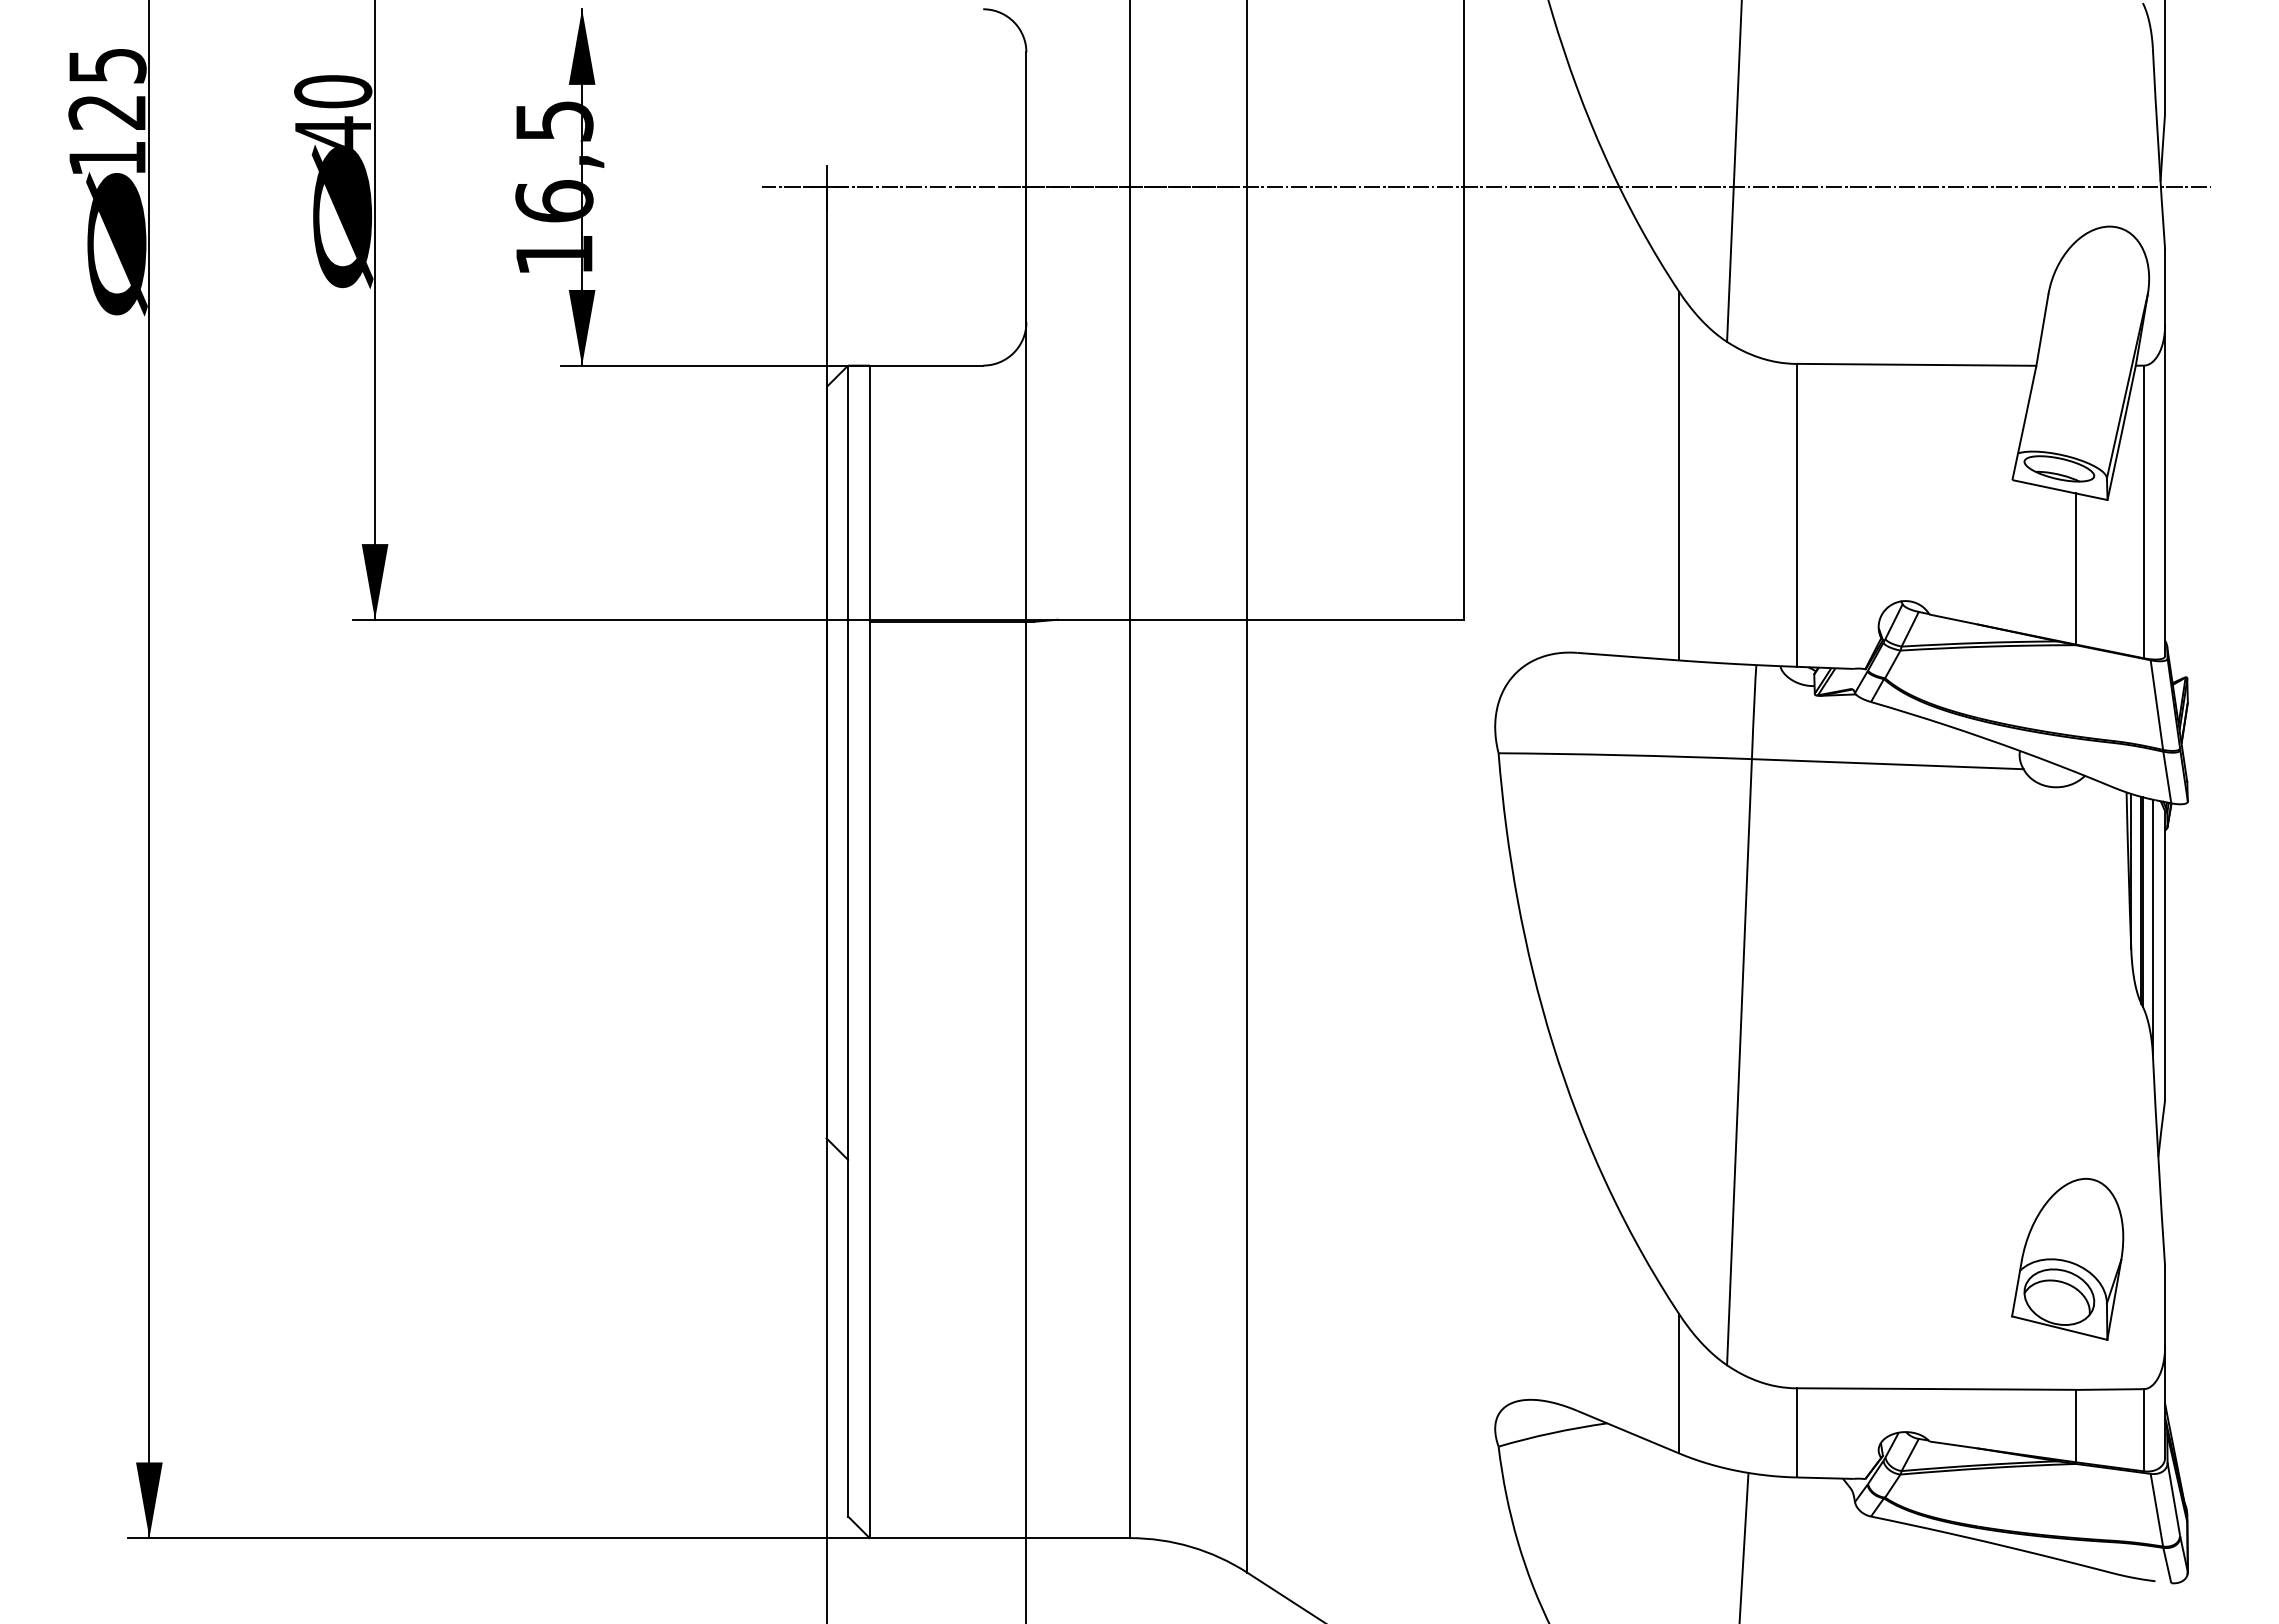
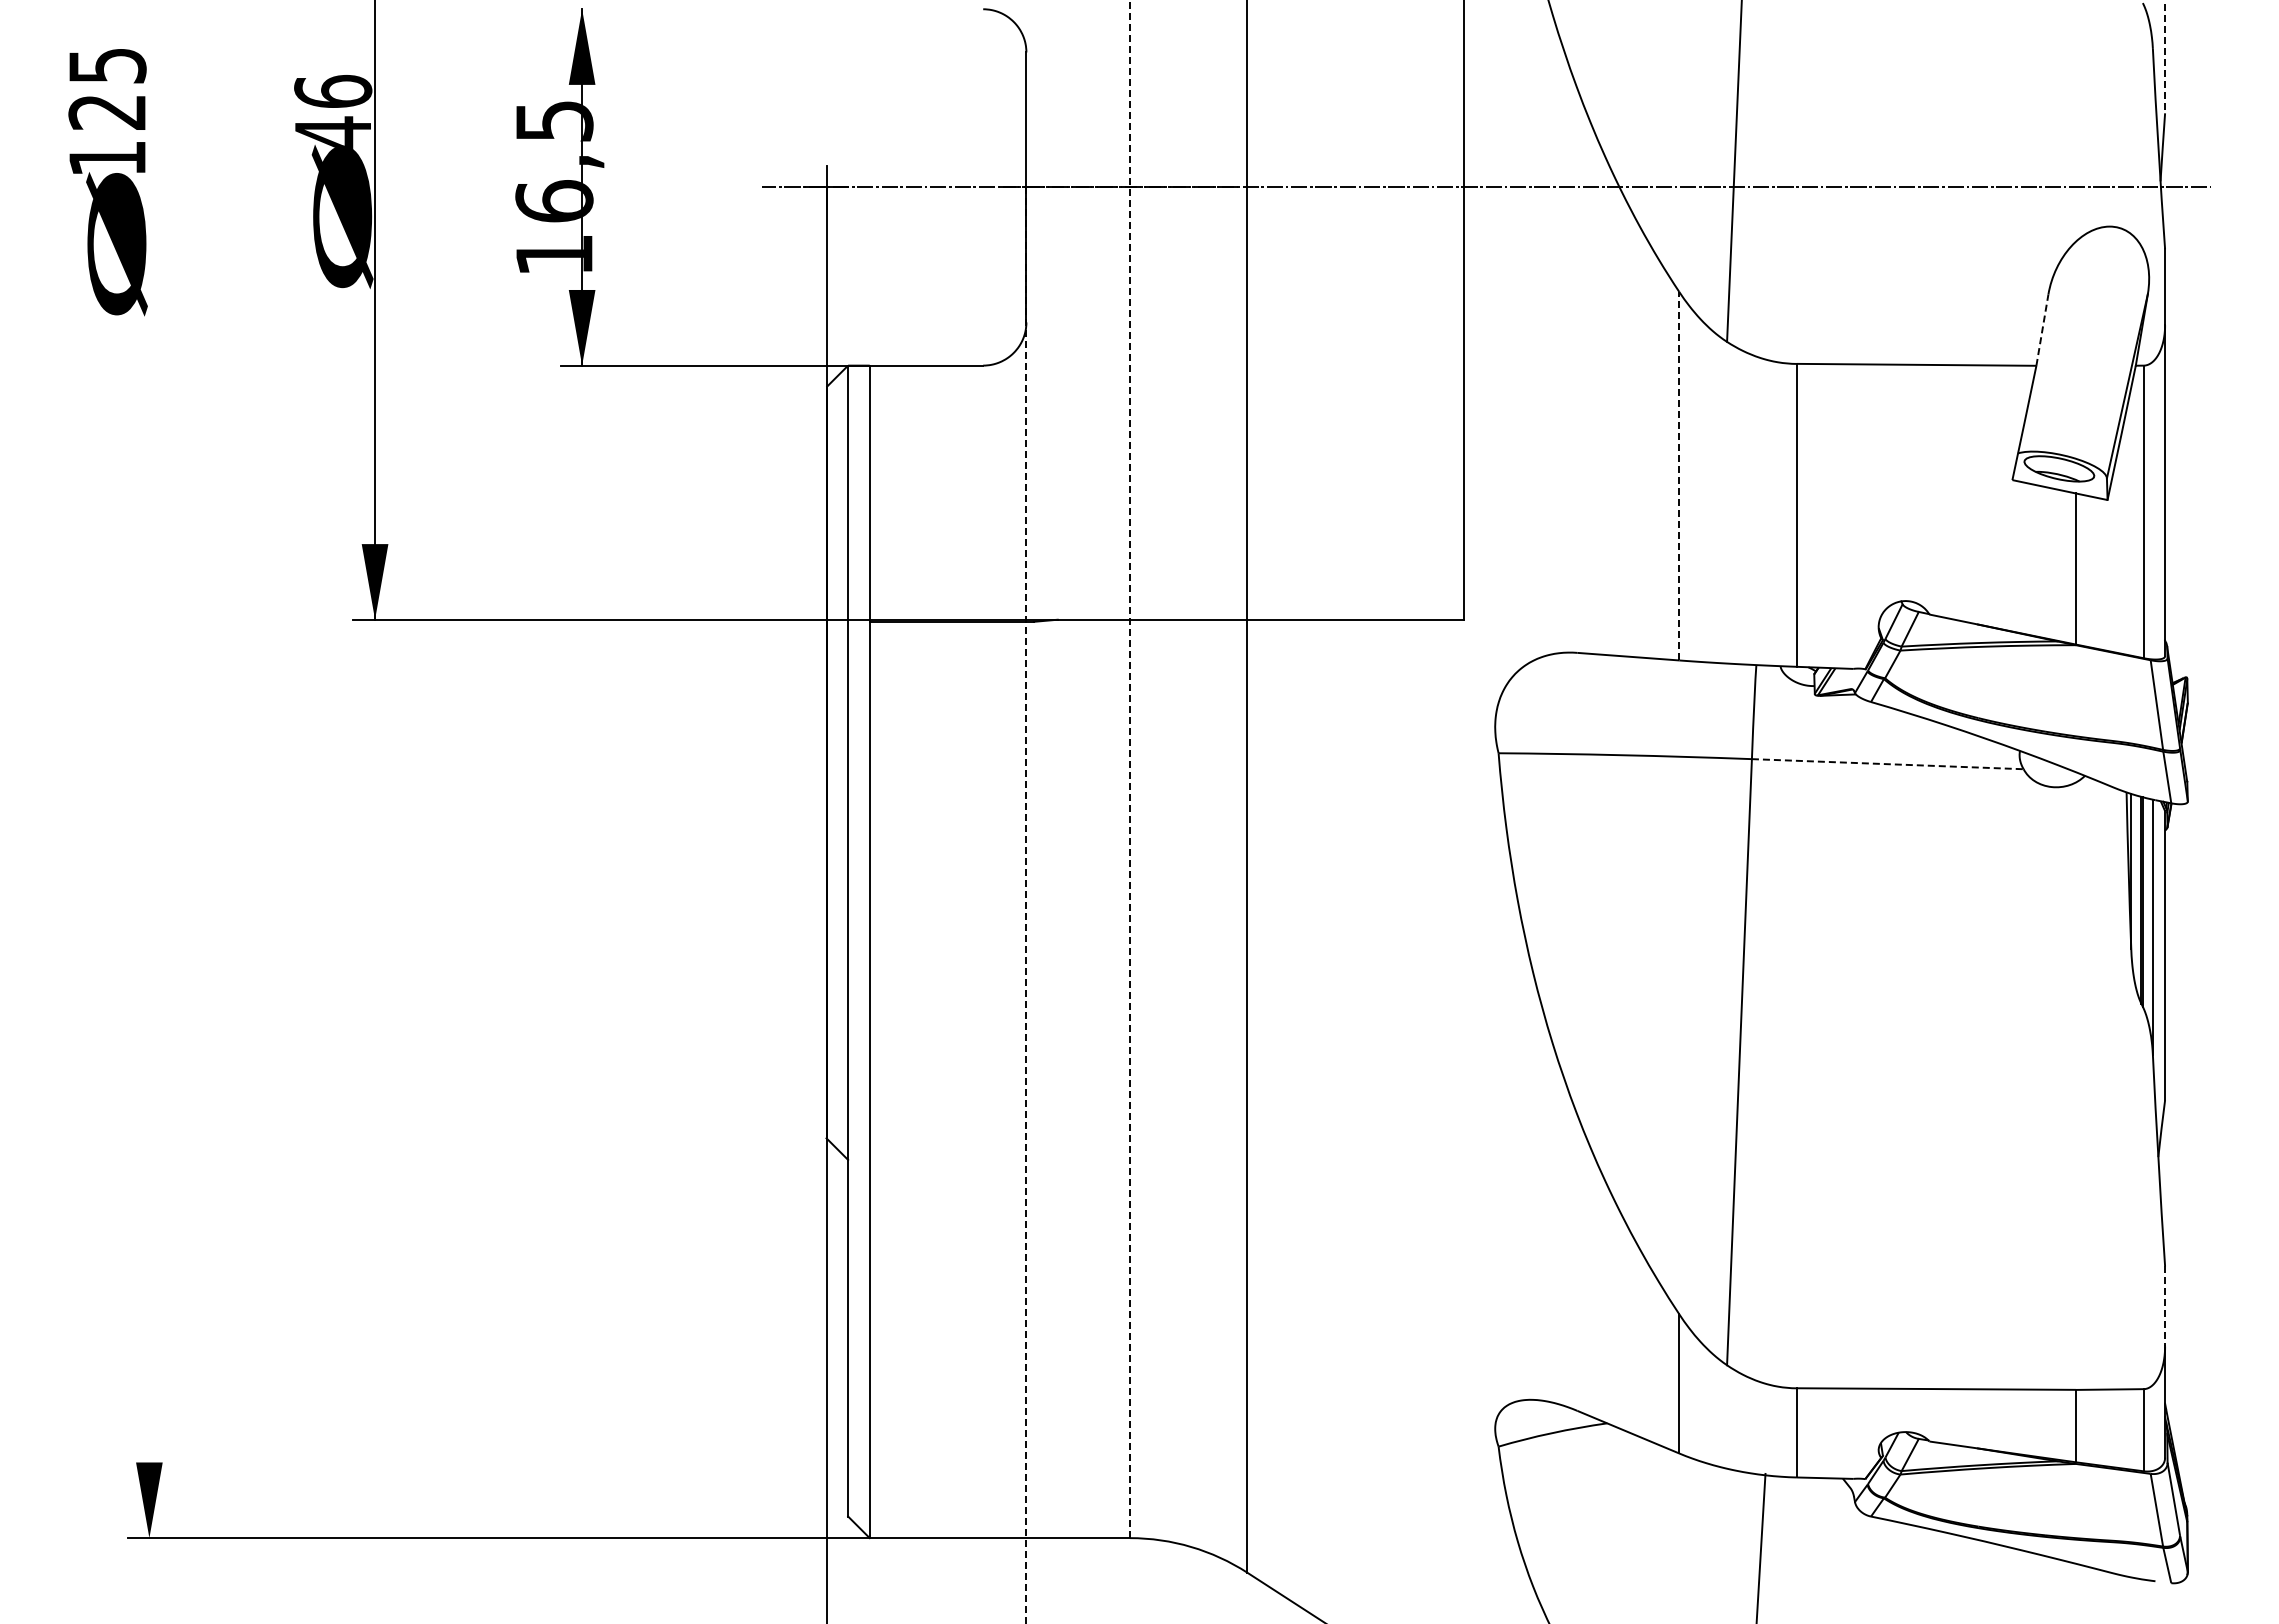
line at (2165, 57): solid -> dashed
text at (333, 91): 40 -> 46
line at (2042, 329): solid -> dashed
line at (1679, 475): solid -> dashed
line at (1887, 764): solid -> dashed
line at (1130, 769): solid -> dashed
line at (149, 770): present -> none
line at (1026, 905): solid -> dashed
part at (2067, 1259): present -> none
line at (2165, 1306): solid -> dashed
line at (1743, 1546) position: (1743, 1546) -> (1760, 1546)
